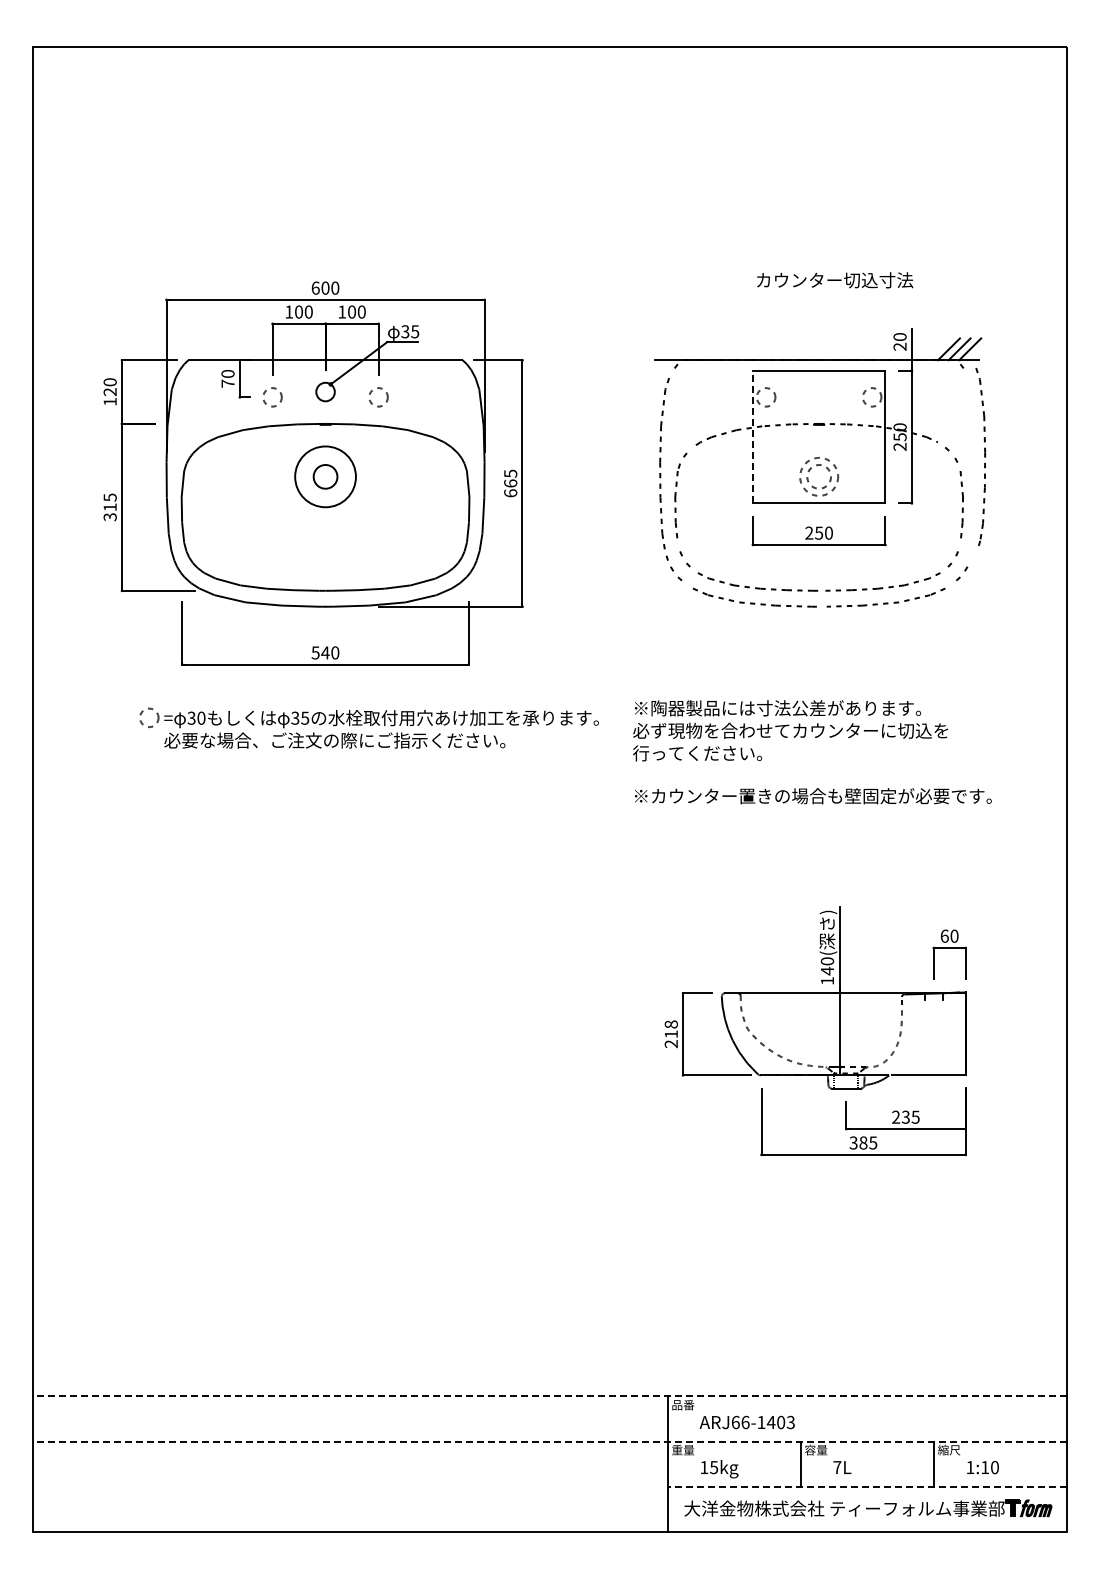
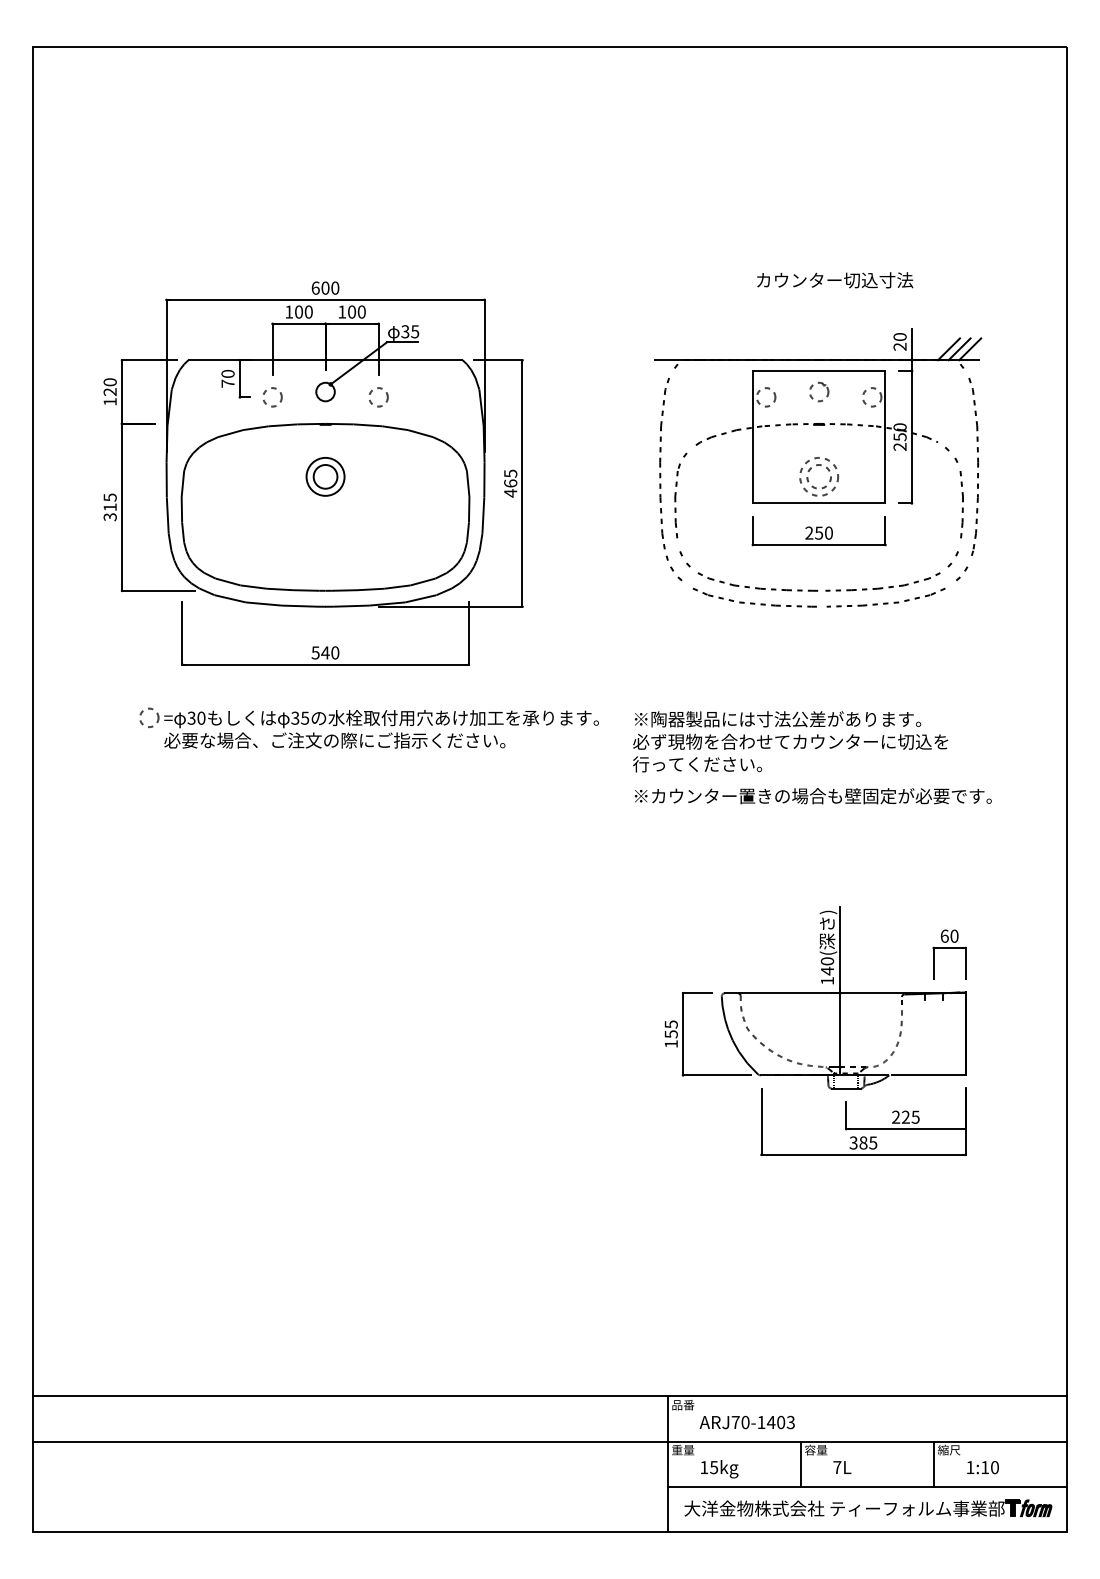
part at (823, 386): none -> present
line at (752, 436): dashed -> solid
part at (980, 456) position: (980, 456) -> (973, 466)
circle at (325, 476) diameter: 61 px -> 38 px
text at (510, 493): 665 -> 465
text at (790, 730) position: (790, 730) -> (790, 741)
text at (670, 1034): 218 -> 155
text at (905, 1117): 235 -> 225
line at (549, 1396): dashed -> solid
text at (740, 1422): ARJ66-1403 -> ARJ70-1403
line at (549, 1441): dashed -> solid
line at (867, 1486): dashed -> solid
